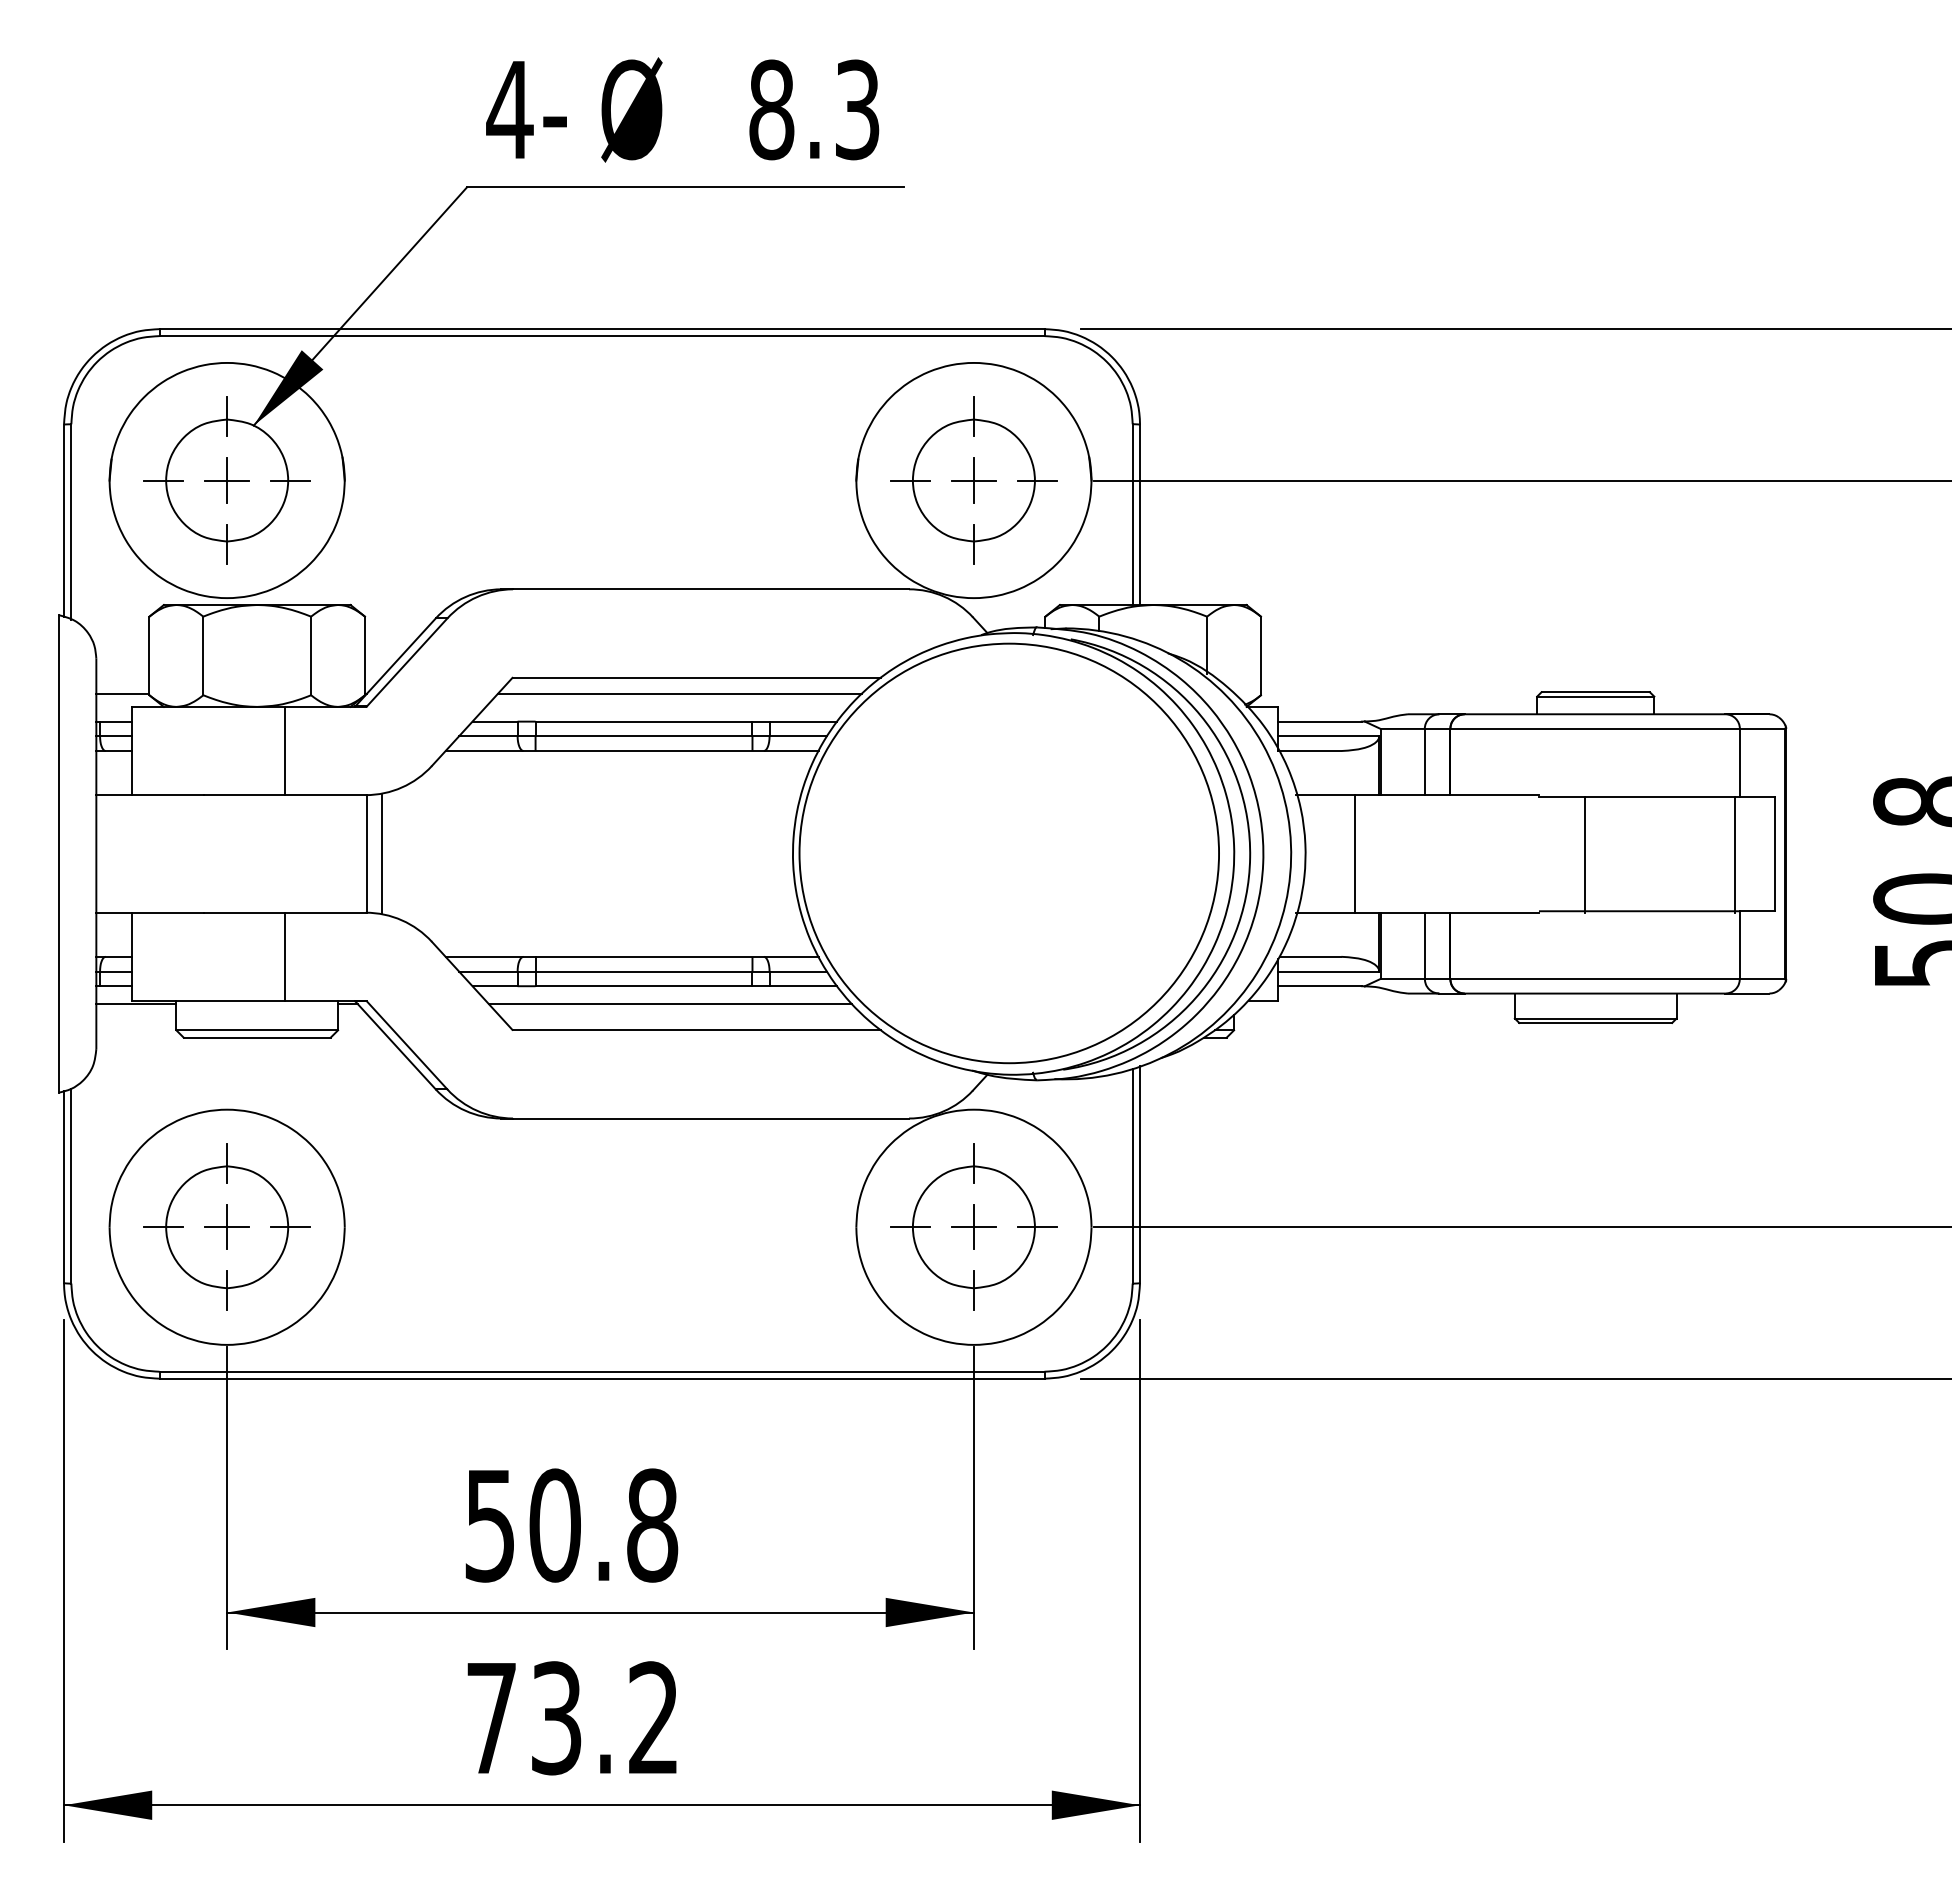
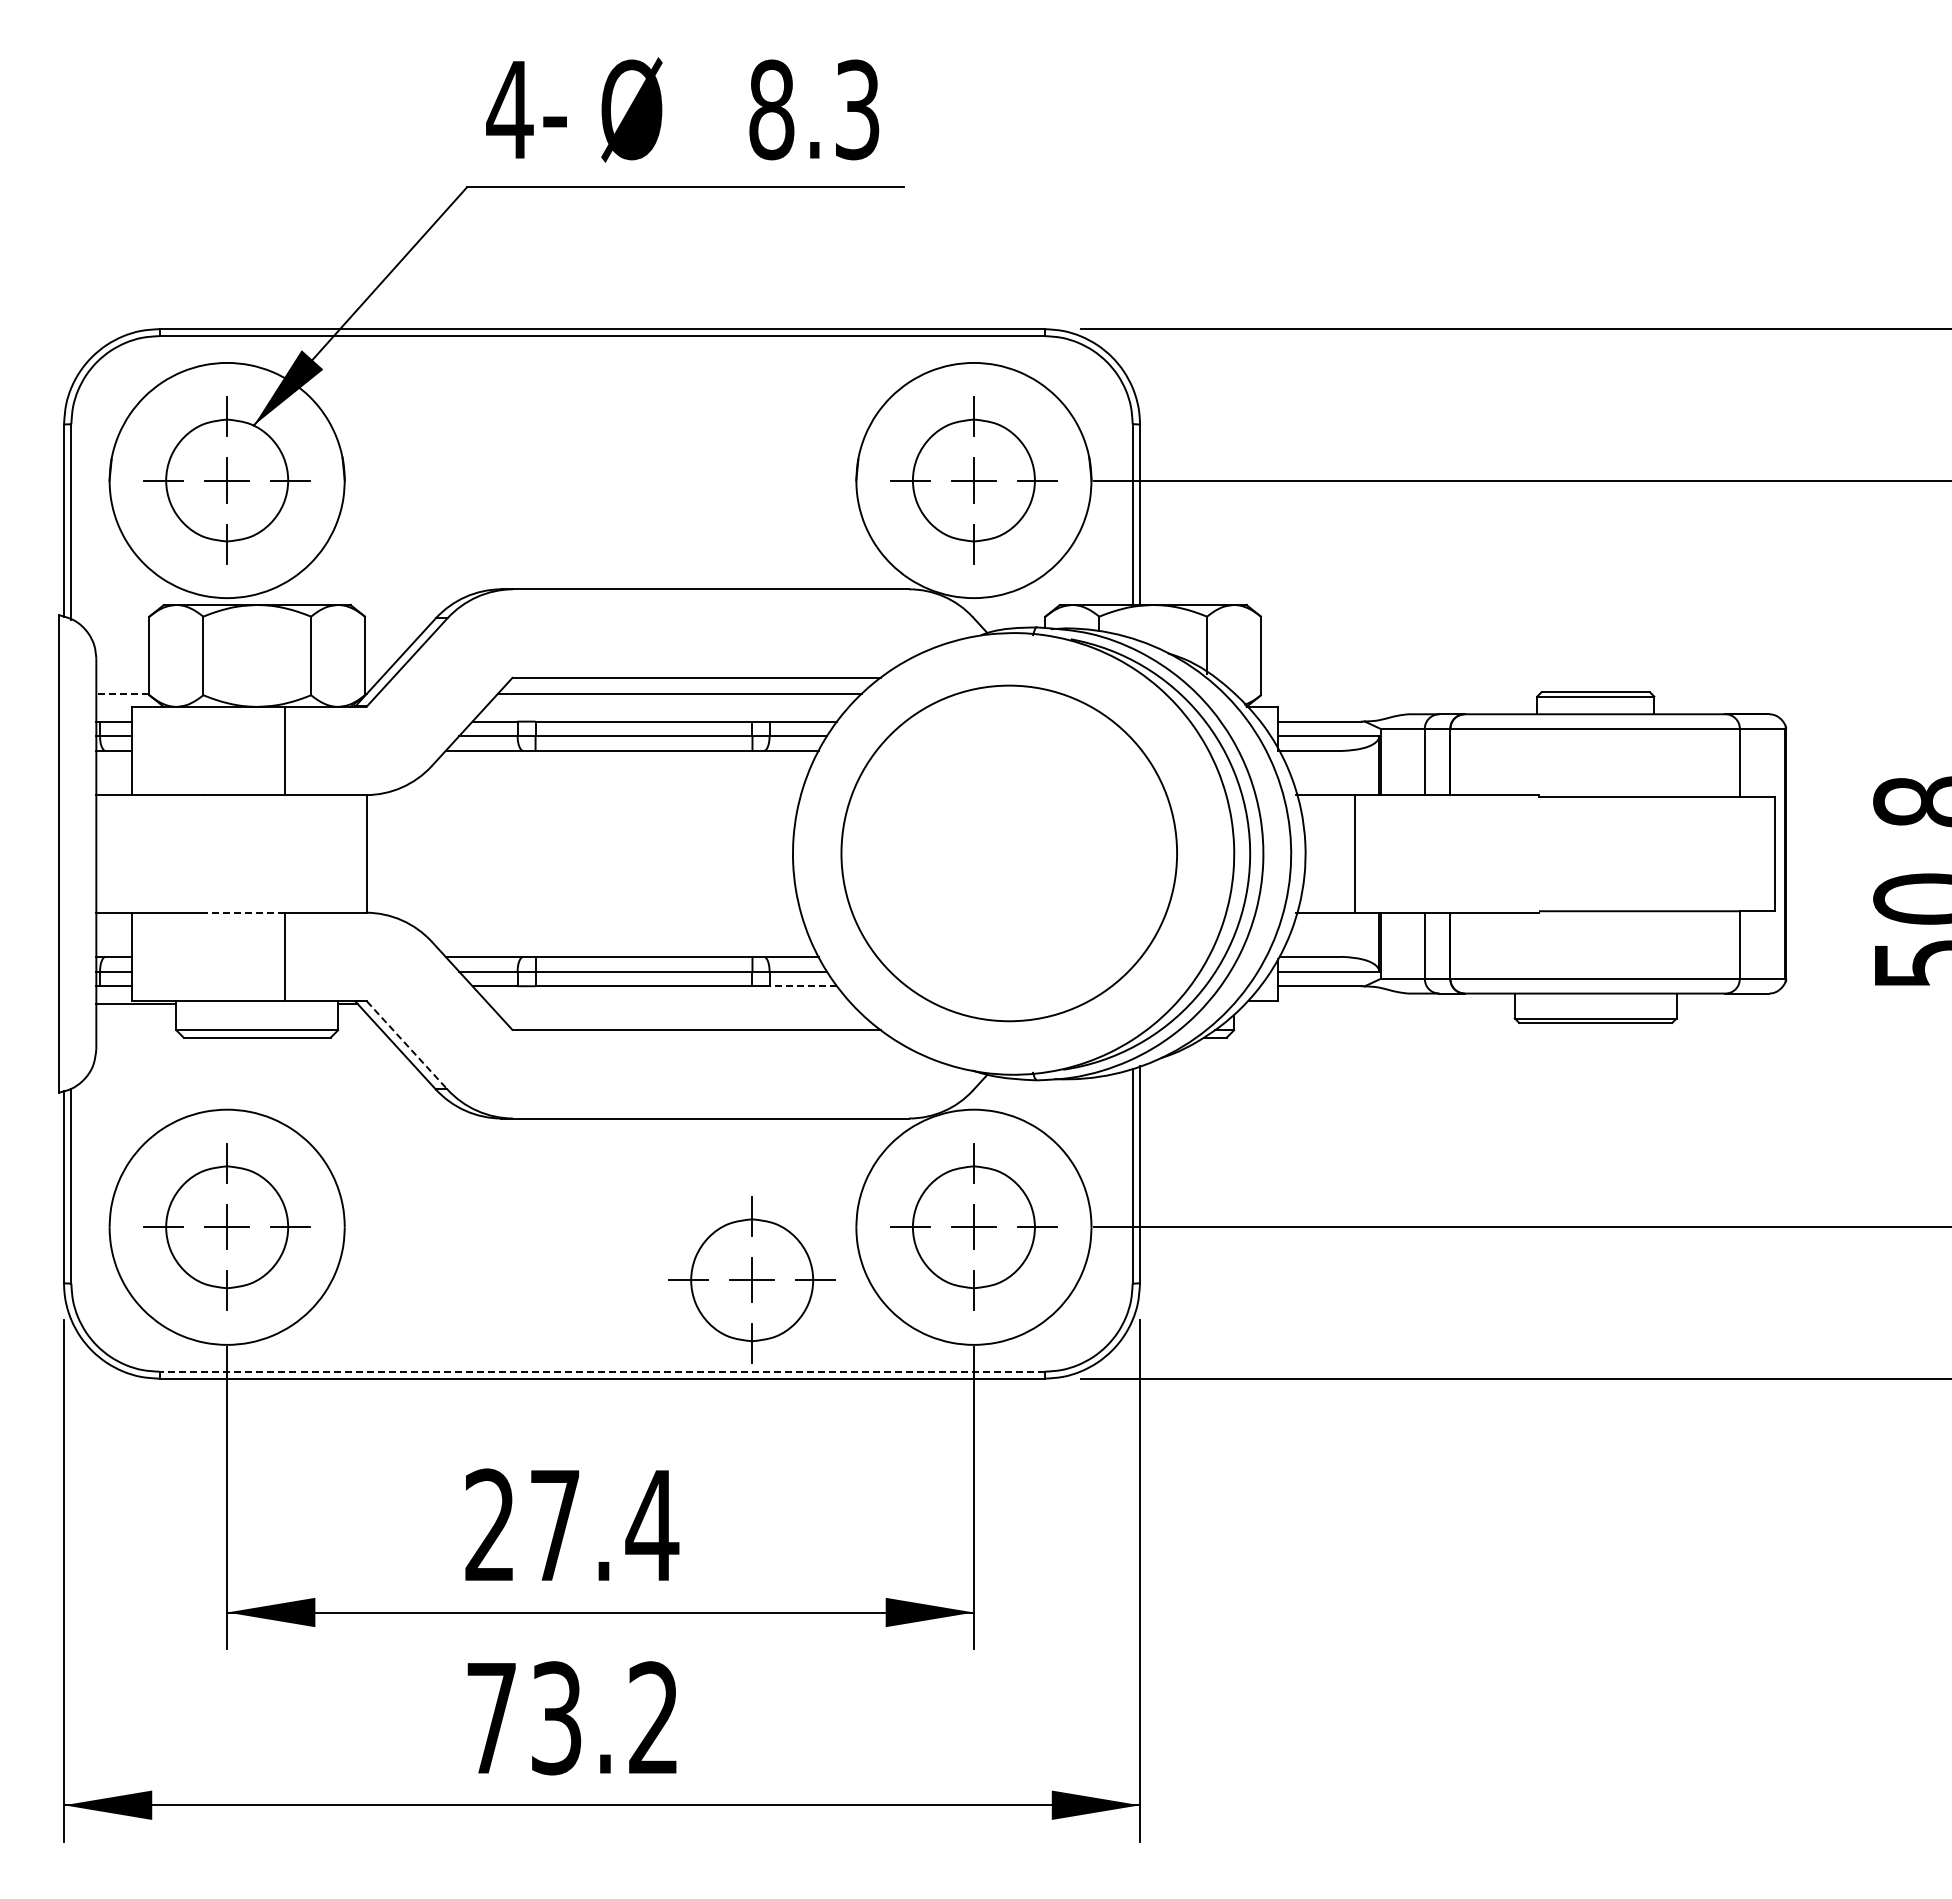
line at (122, 693): solid -> dashed
line at (382, 853): present -> none
circle at (1009, 853) diameter: 420 px -> 336 px
line at (1584, 854): present -> none
line at (1735, 854): present -> none
line at (244, 912): solid -> dashed
line at (803, 986): solid -> dashed
line at (669, 1003): present -> none
line at (407, 1045): solid -> dashed
part at (751, 1279): none -> present
line at (601, 1371): solid -> dashed
text at (572, 1525): 50.8 -> 27.4
